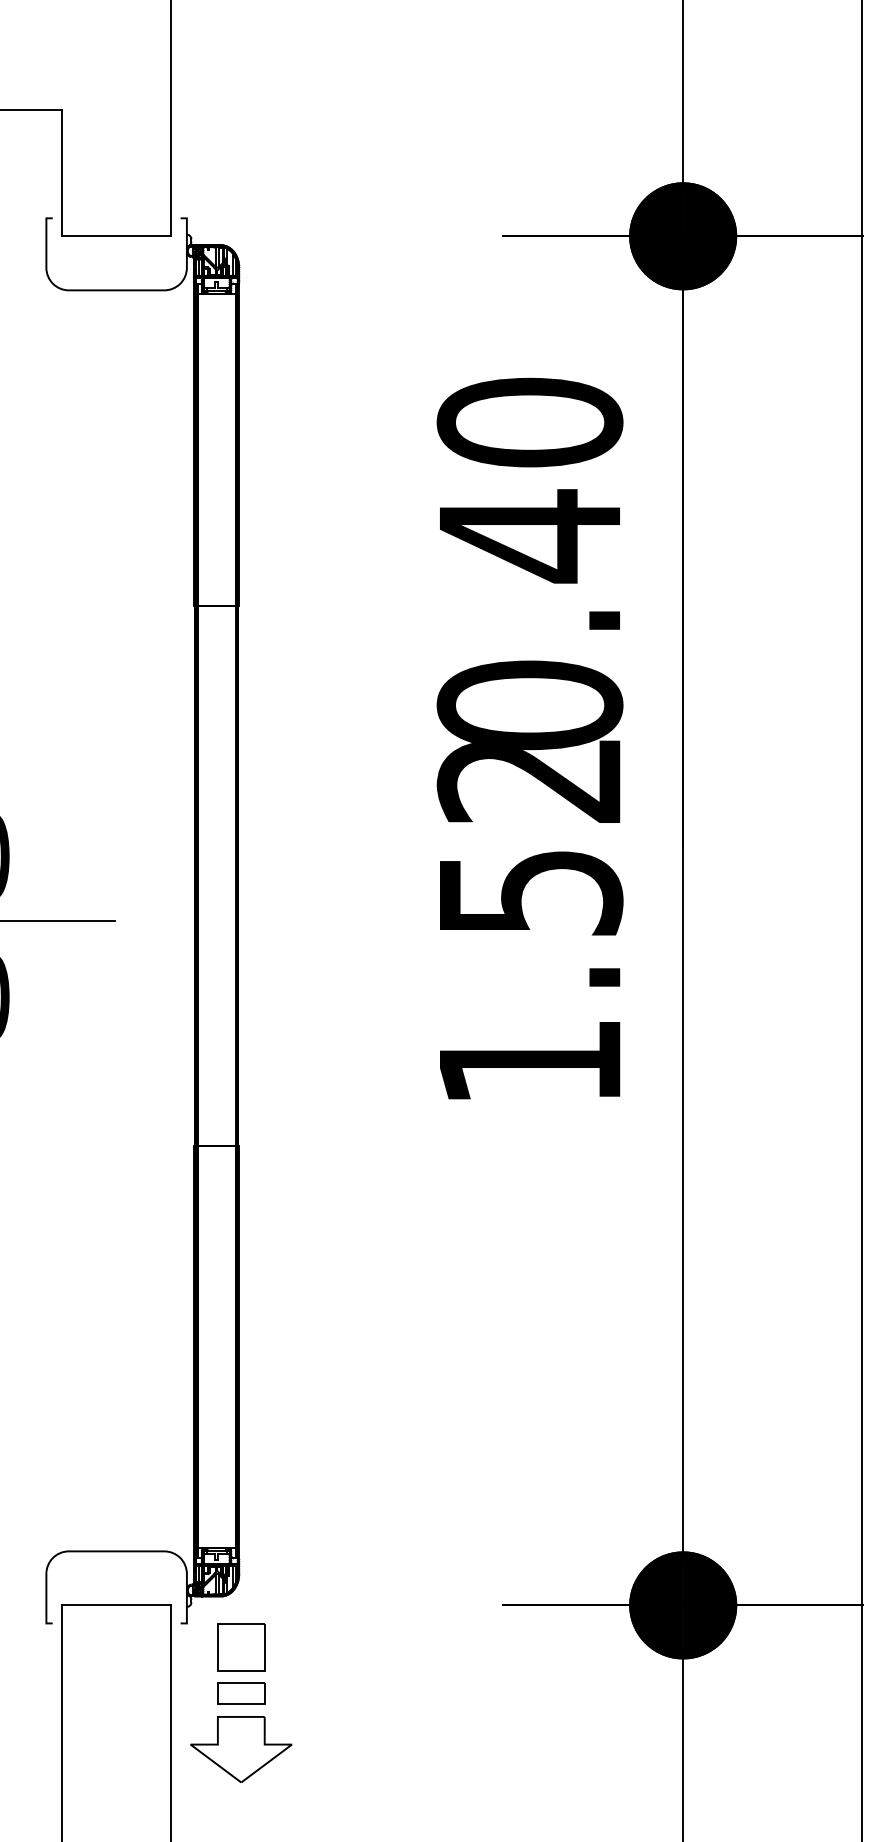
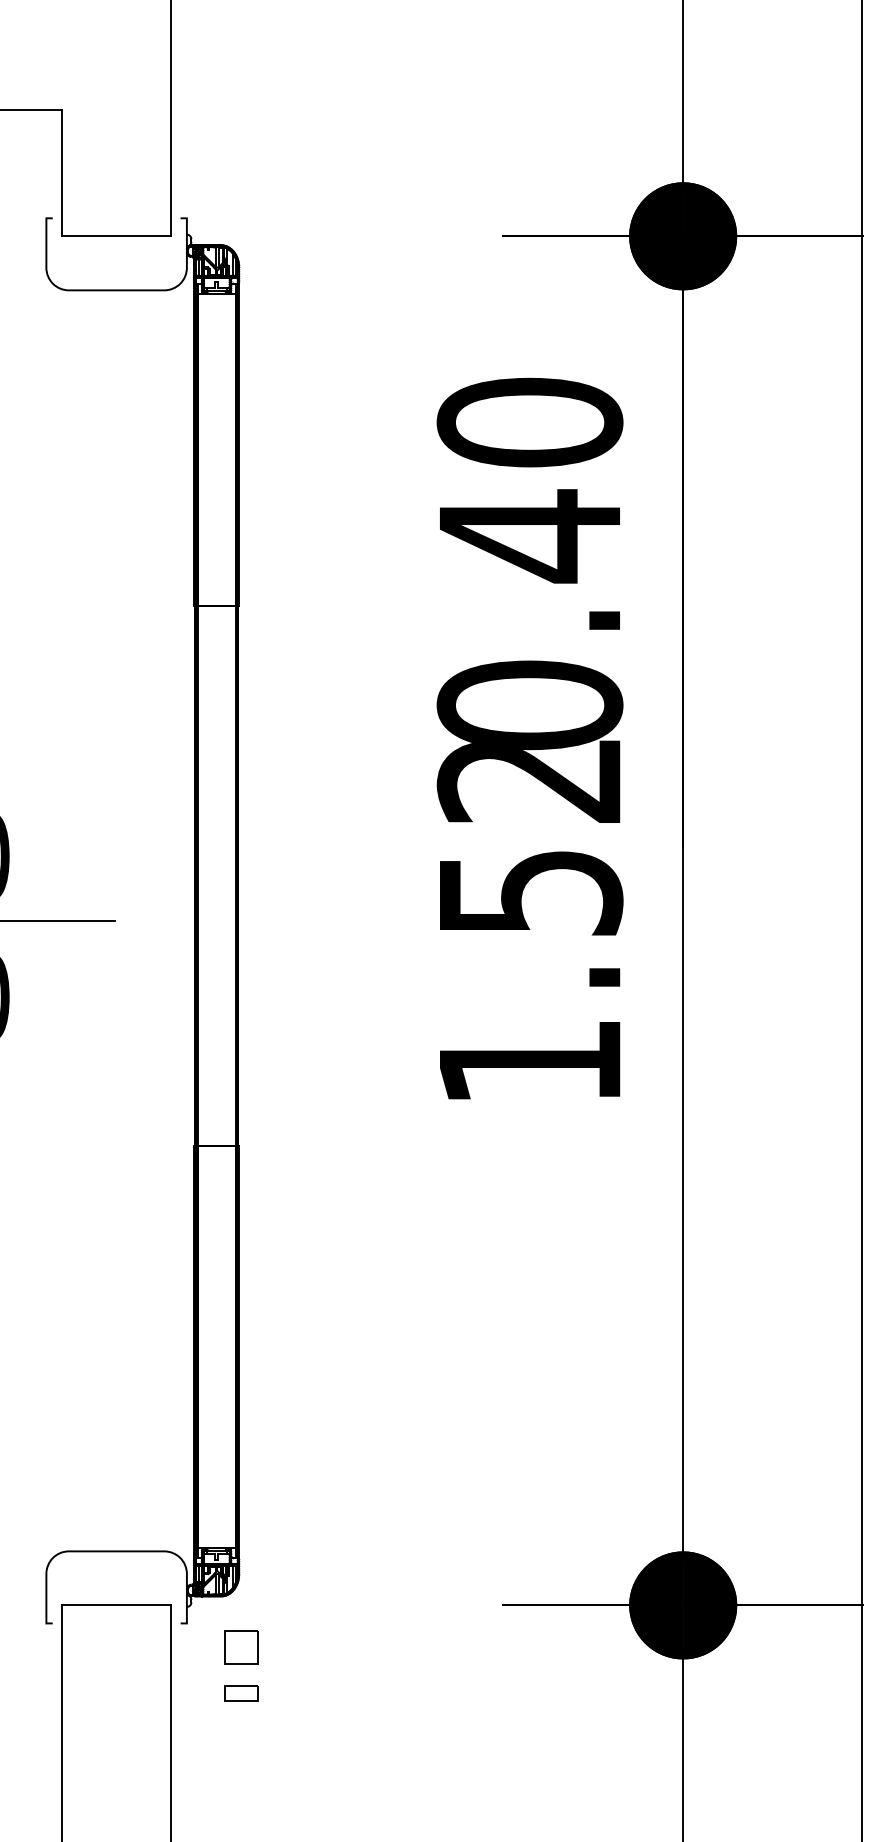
part at (241, 1647) size: 49x49 px -> 35x35 px
part at (241, 1693) size: 49x23 px -> 35x17 px
part at (241, 1749): present -> none
